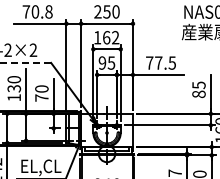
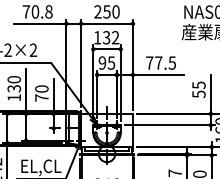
text at (106, 37): 162 -> 132
line at (25, 62): dashed -> solid
text at (198, 94): 85 -> 55
